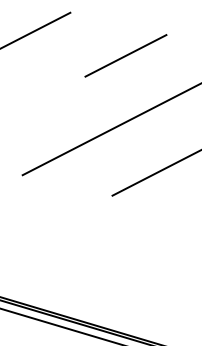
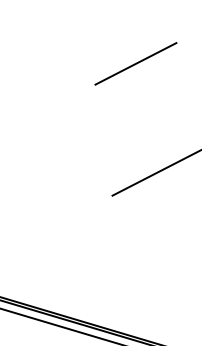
line at (36, 29): present -> none
line at (125, 55) position: (125, 55) -> (135, 63)
line at (110, 129): present -> none
